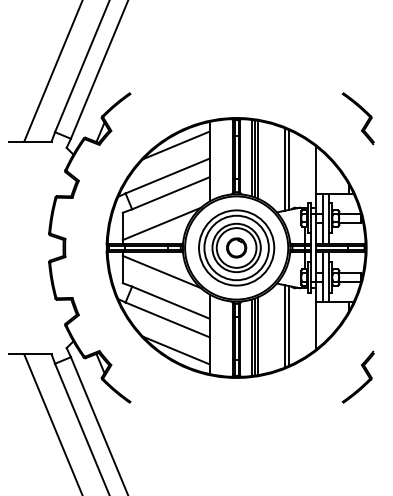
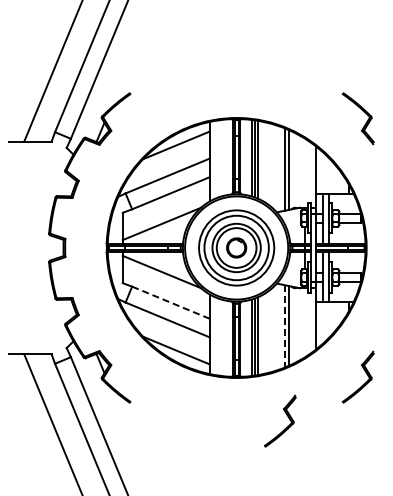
line at (170, 302): solid -> dashed
line at (284, 326): solid -> dashed
part at (286, 415): none -> present
